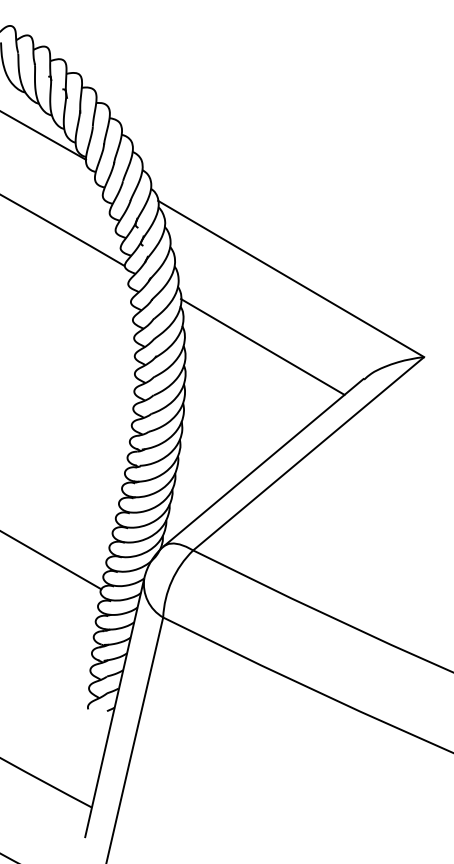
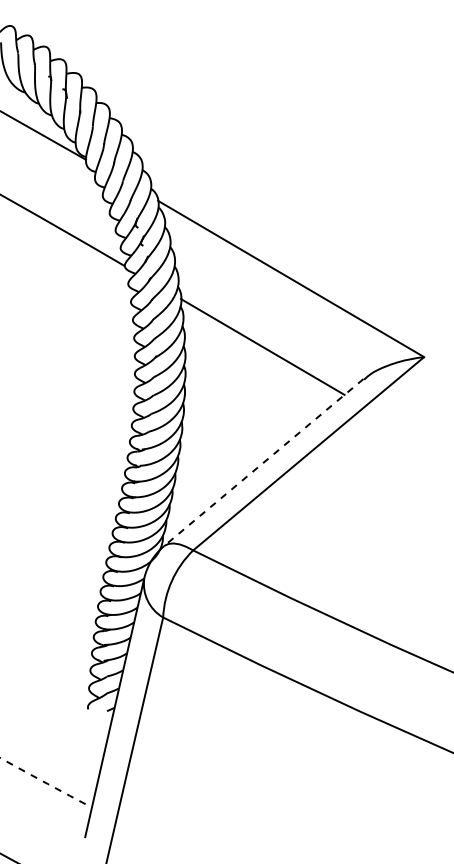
line at (263, 462): solid -> dashed
line at (51, 560): present -> none
arc at (46, 783): solid -> dashed
